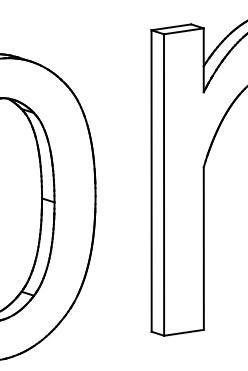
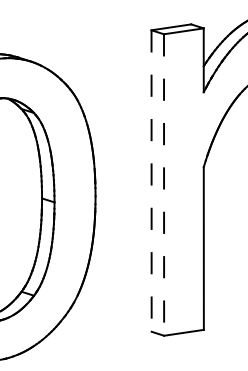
line at (151, 181): solid -> dashed
line at (164, 185): solid -> dashed
